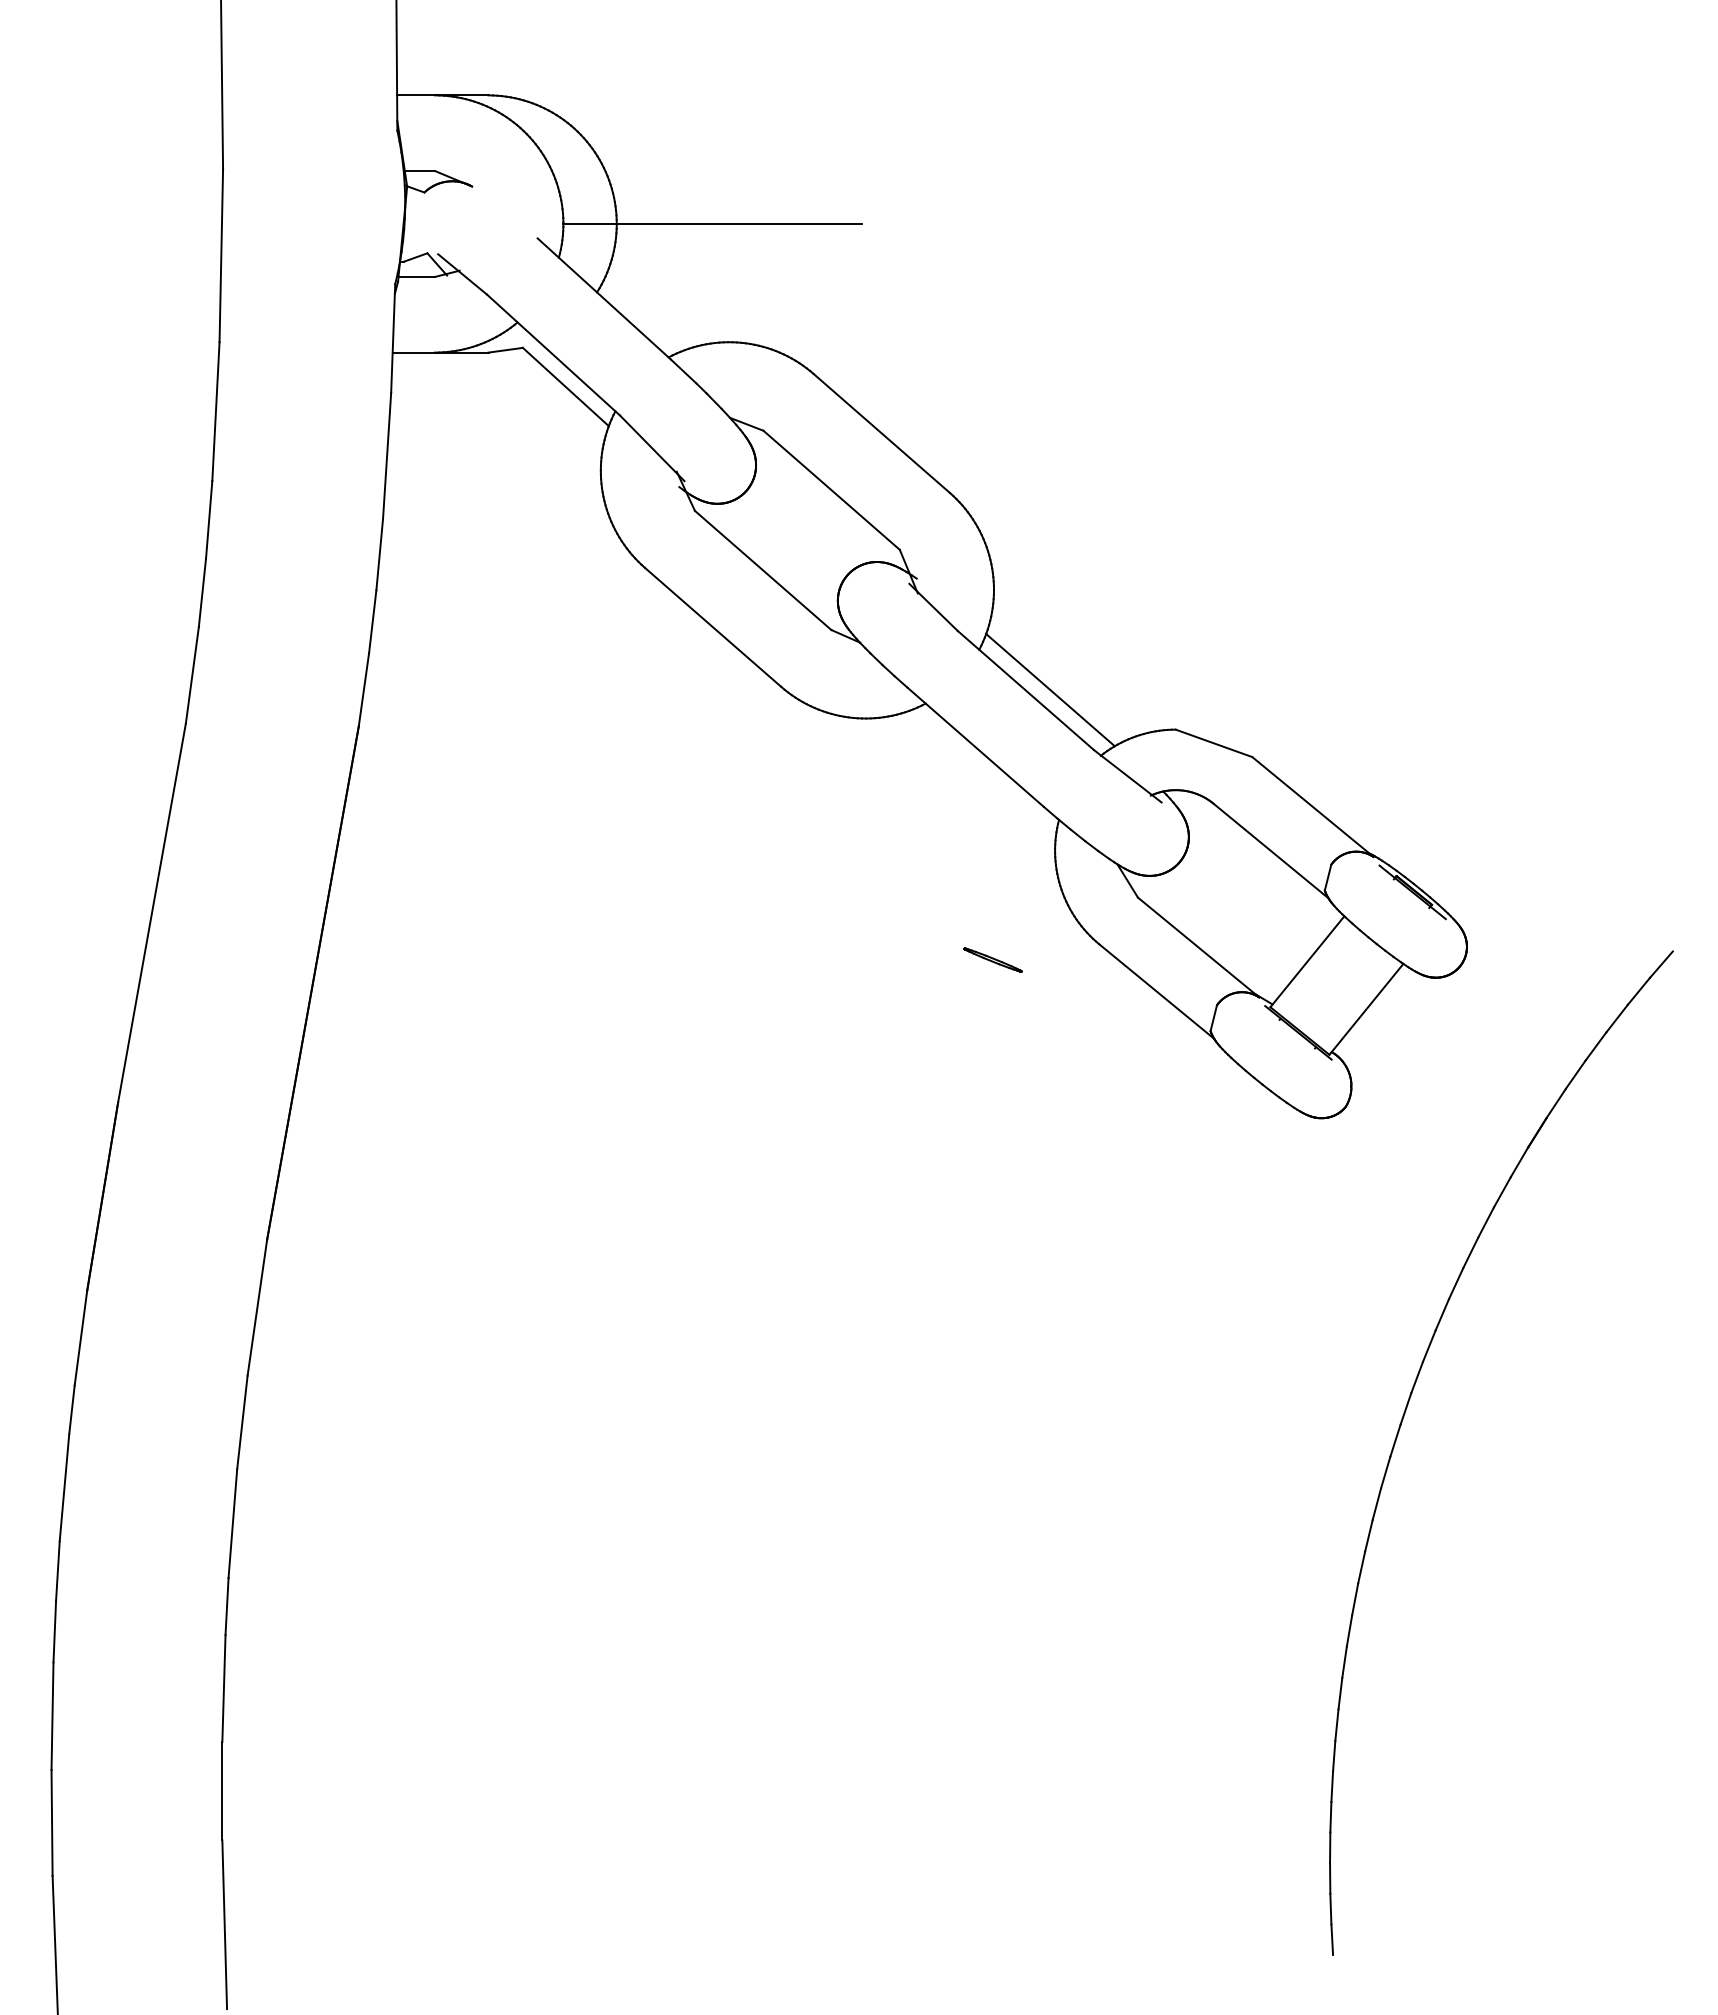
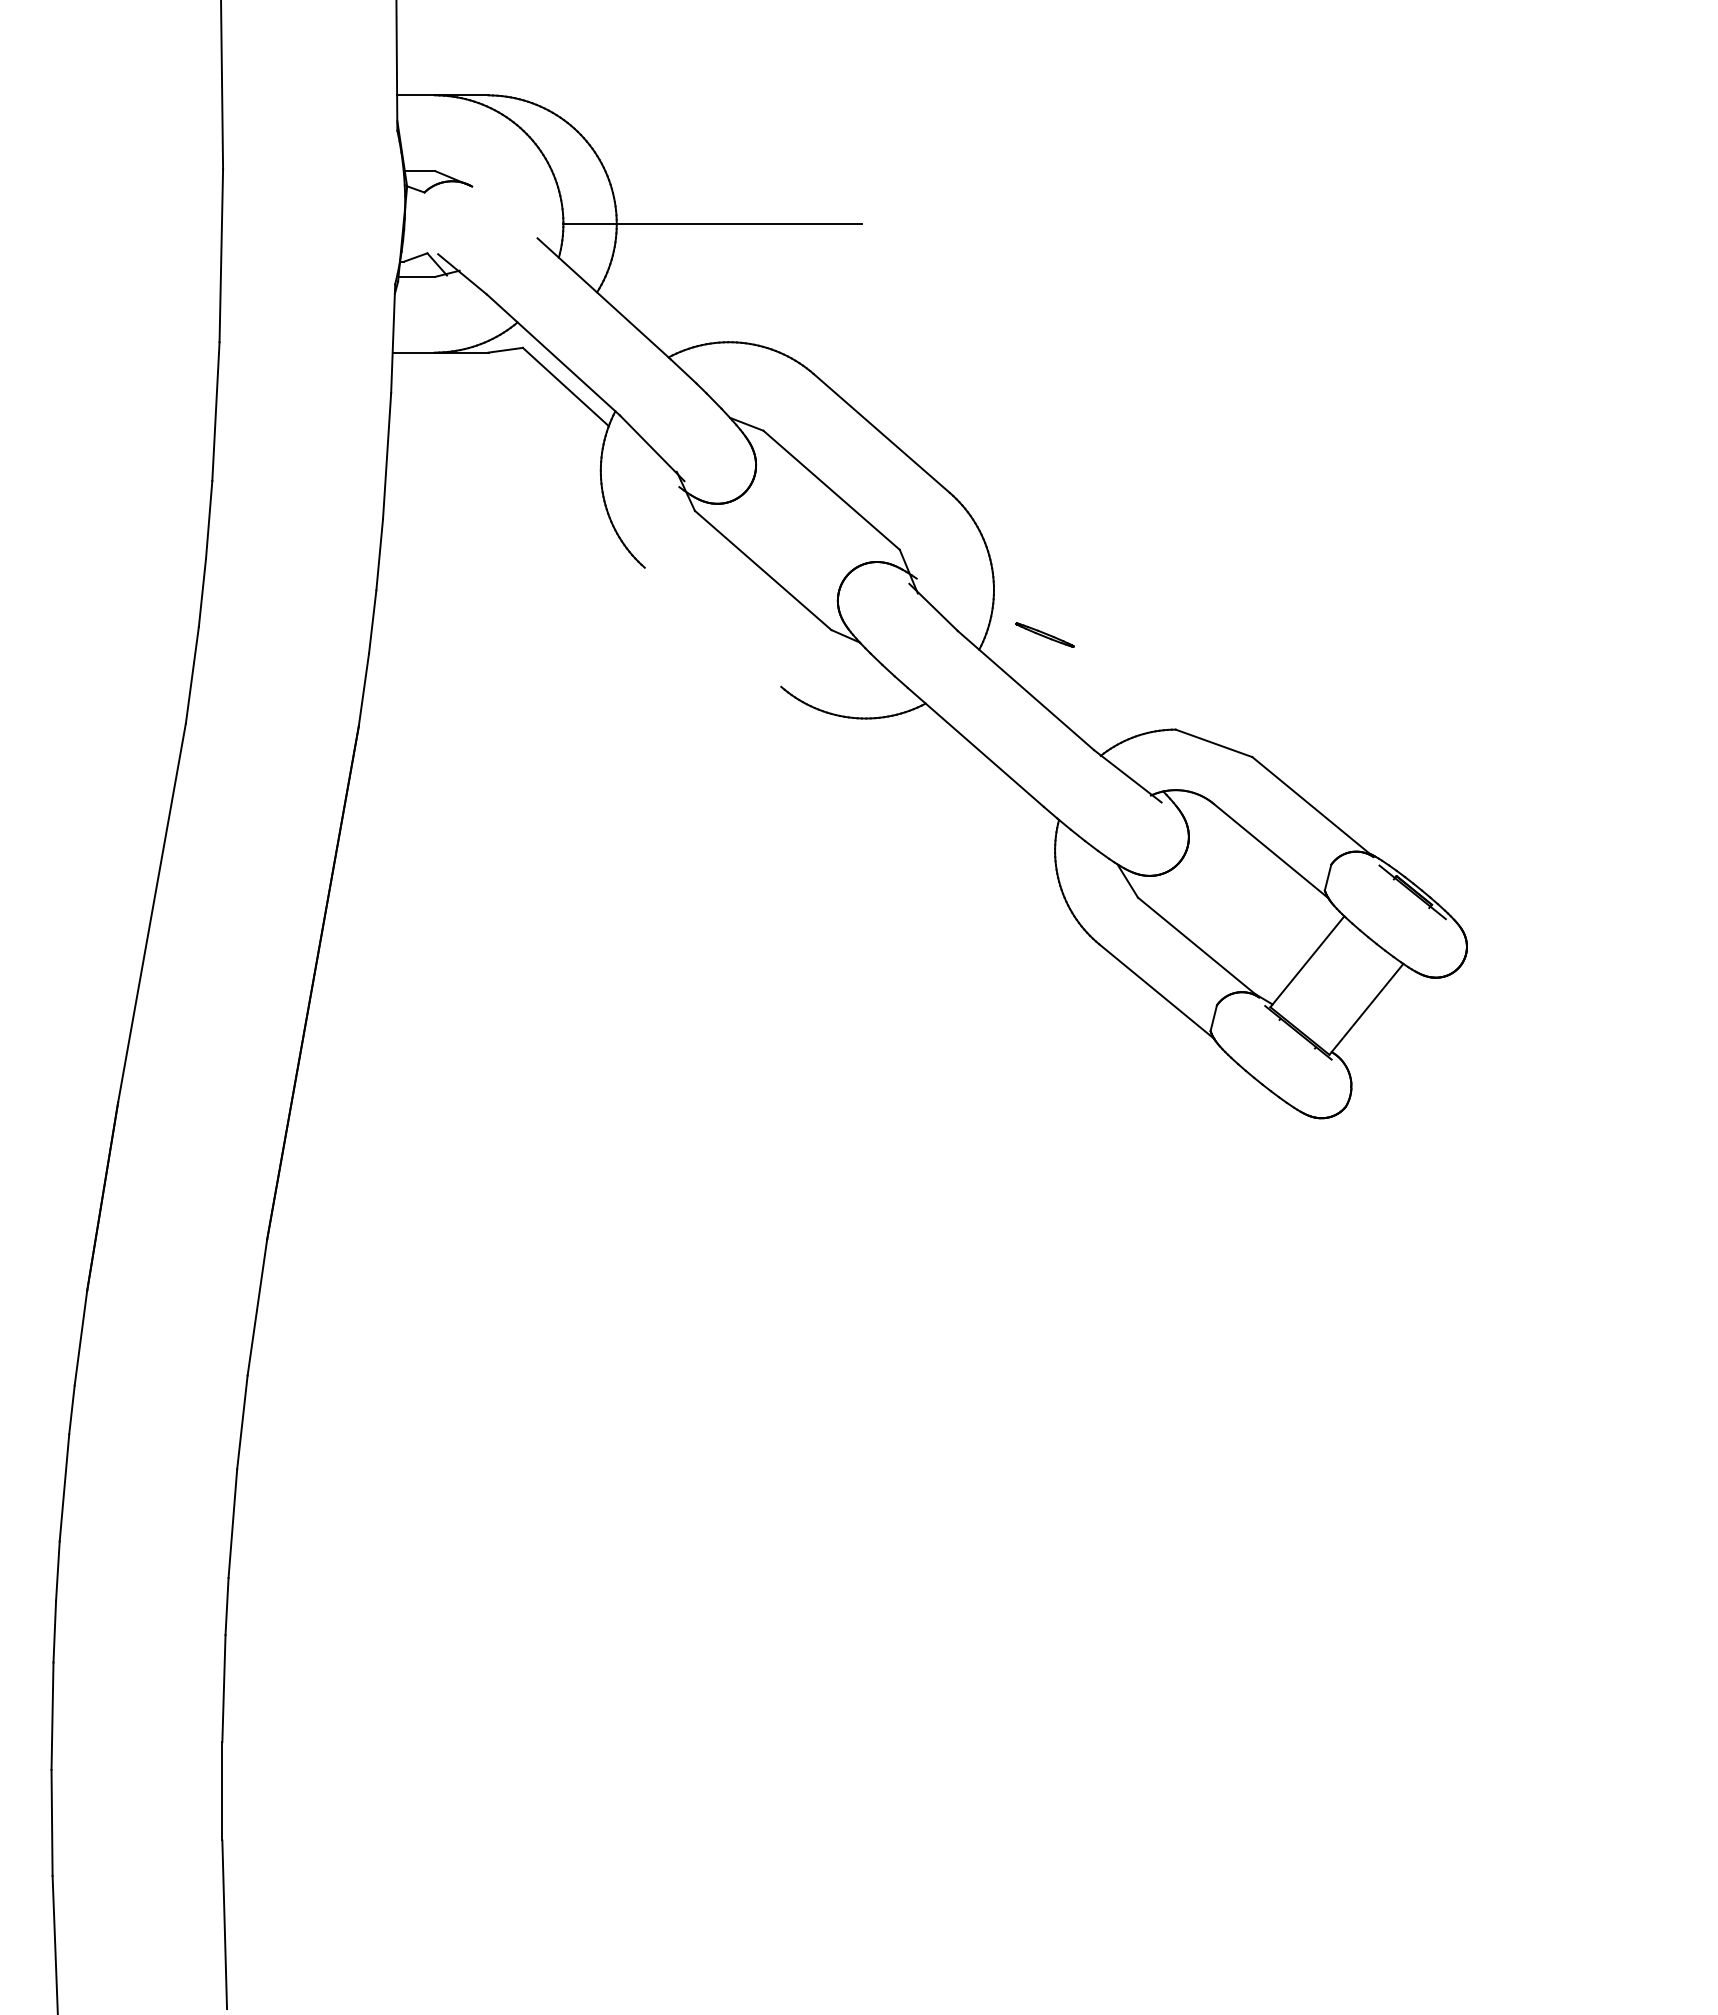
line at (712, 626): present -> none
line at (1050, 690): present -> none
part at (992, 959) position: (992, 959) -> (1044, 634)
part at (1403, 1419): present -> none
